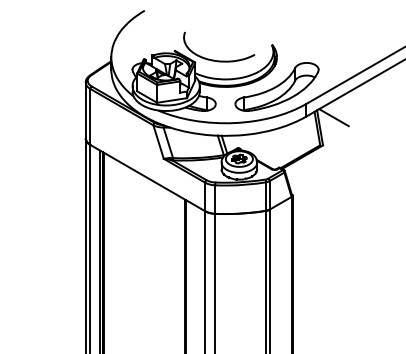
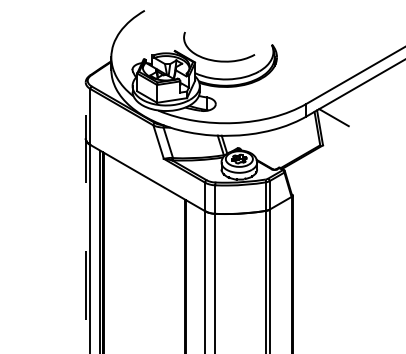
part at (276, 86): present -> none
line at (85, 217): solid -> dashed
